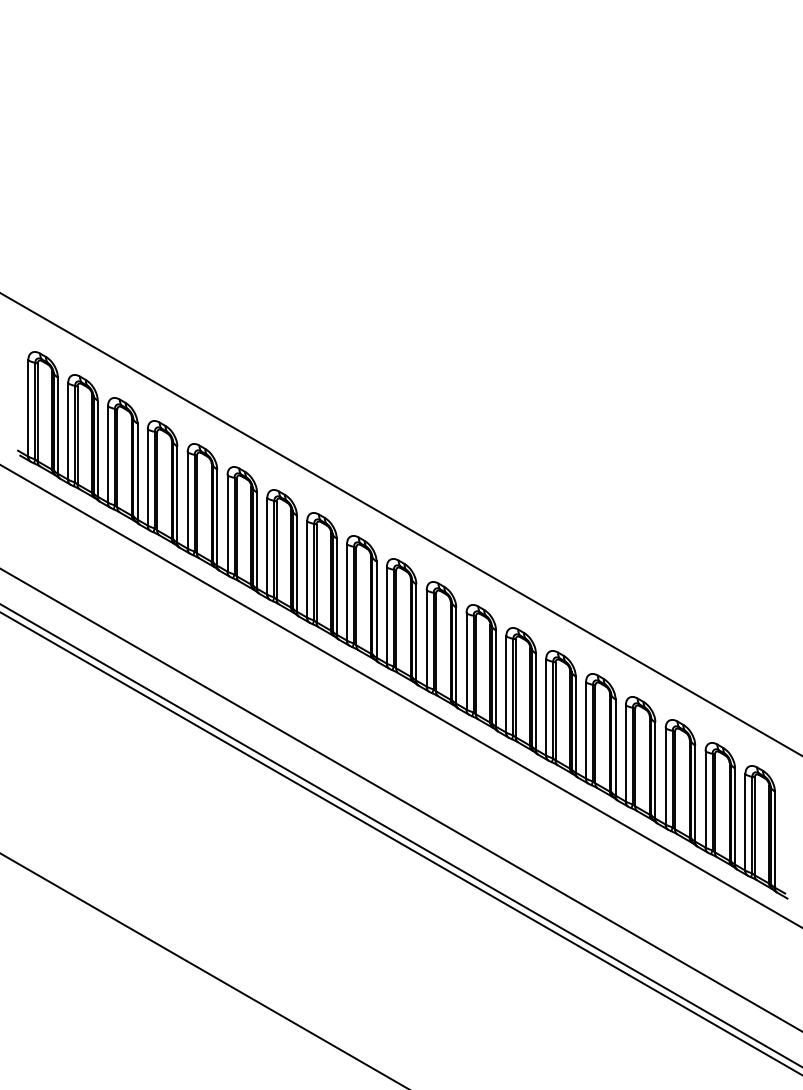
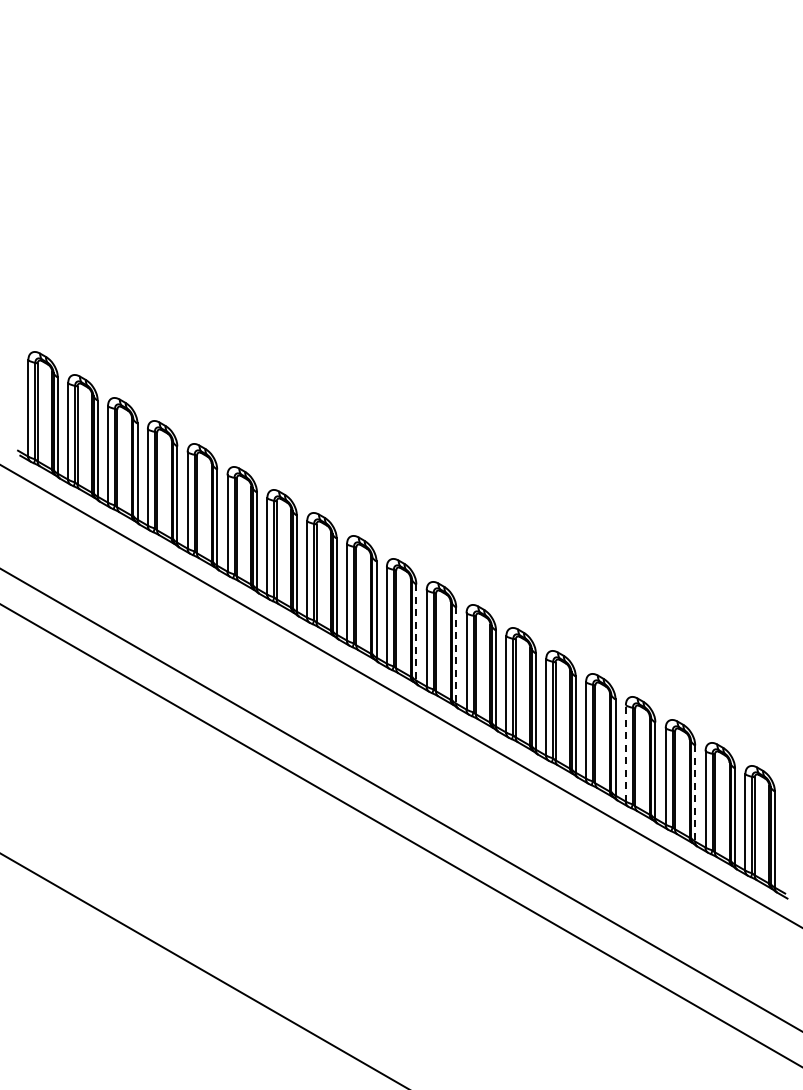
line at (400, 524): present -> none
line at (416, 633): solid -> dashed
line at (456, 656): solid -> dashed
line at (625, 753): solid -> dashed
line at (695, 794): solid -> dashed
line at (400, 843): present -> none
